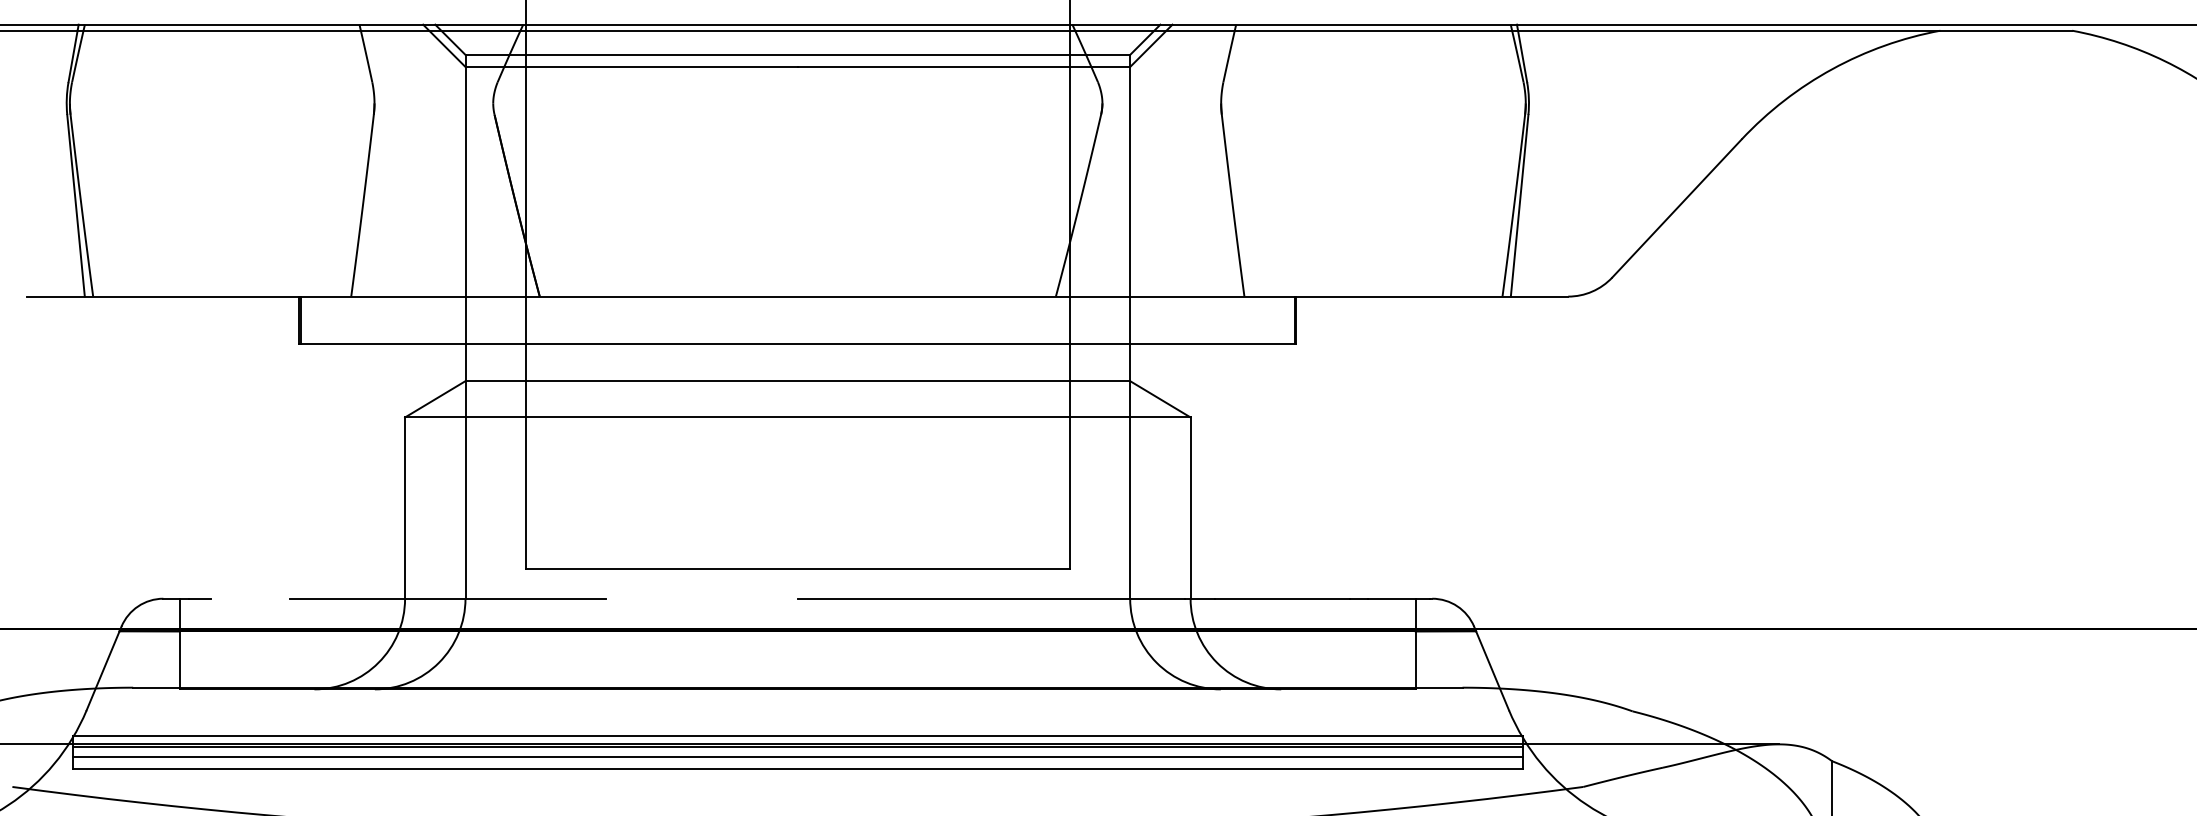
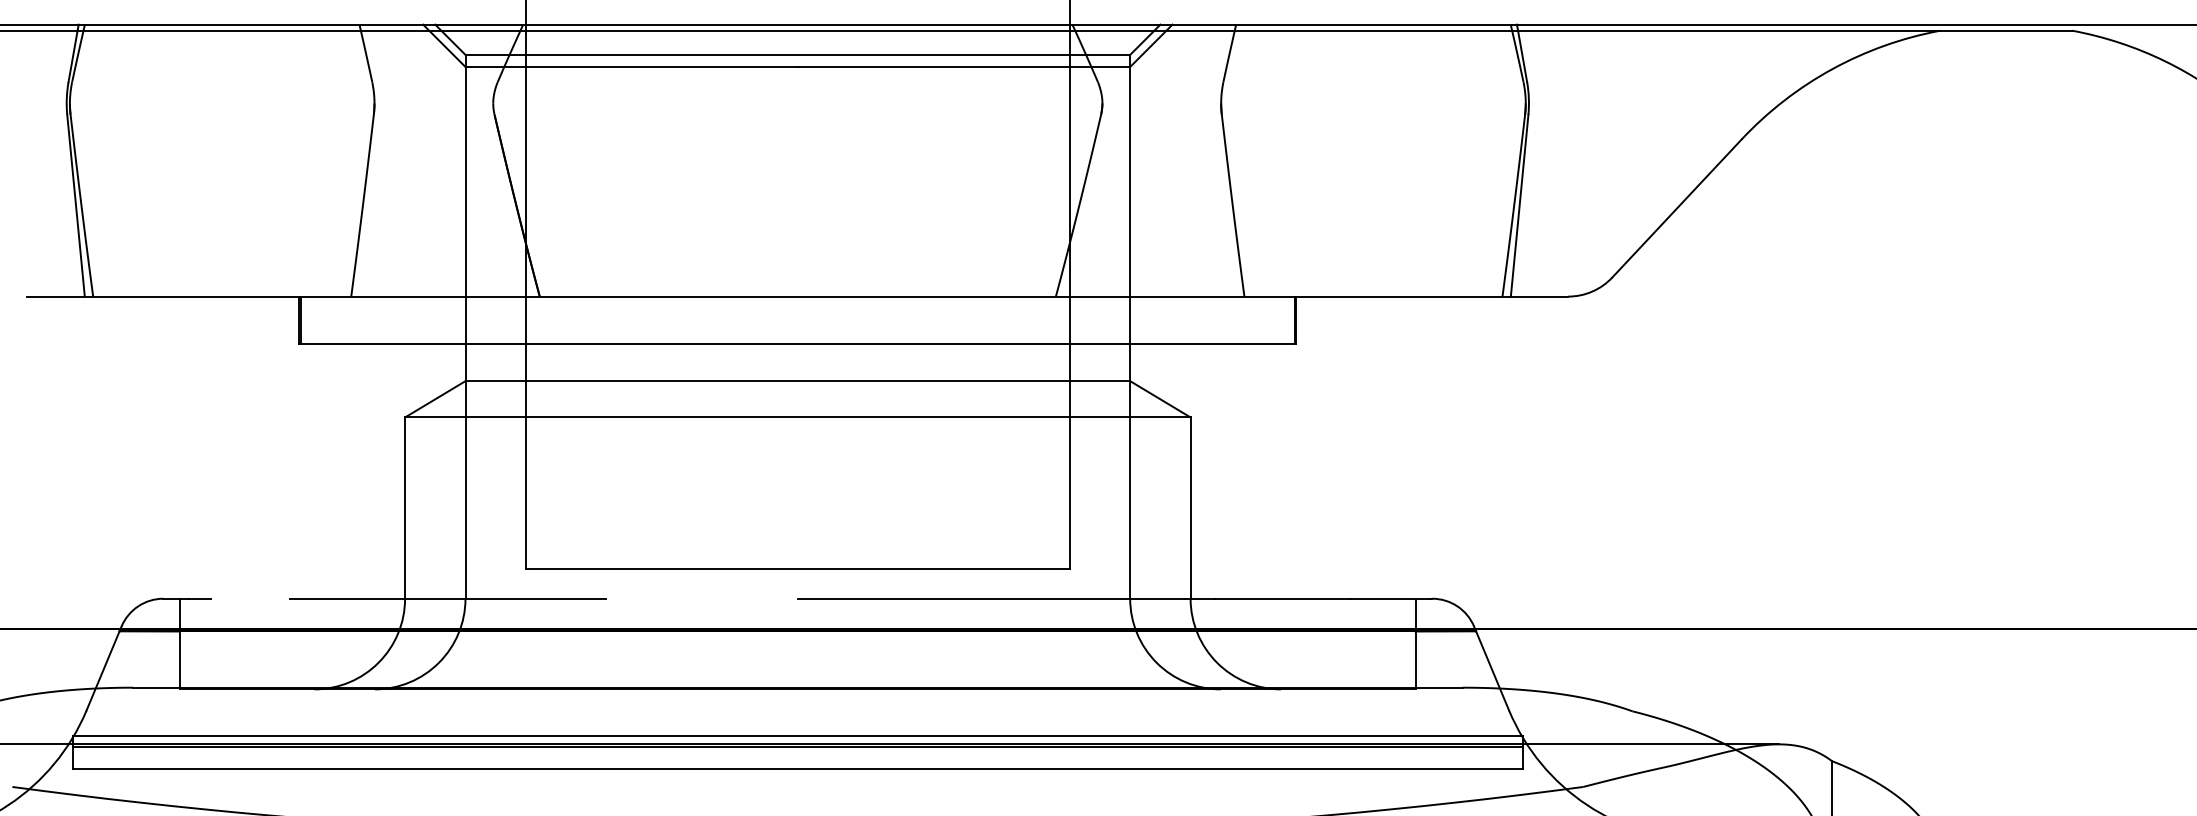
line at (797, 757): present -> none
